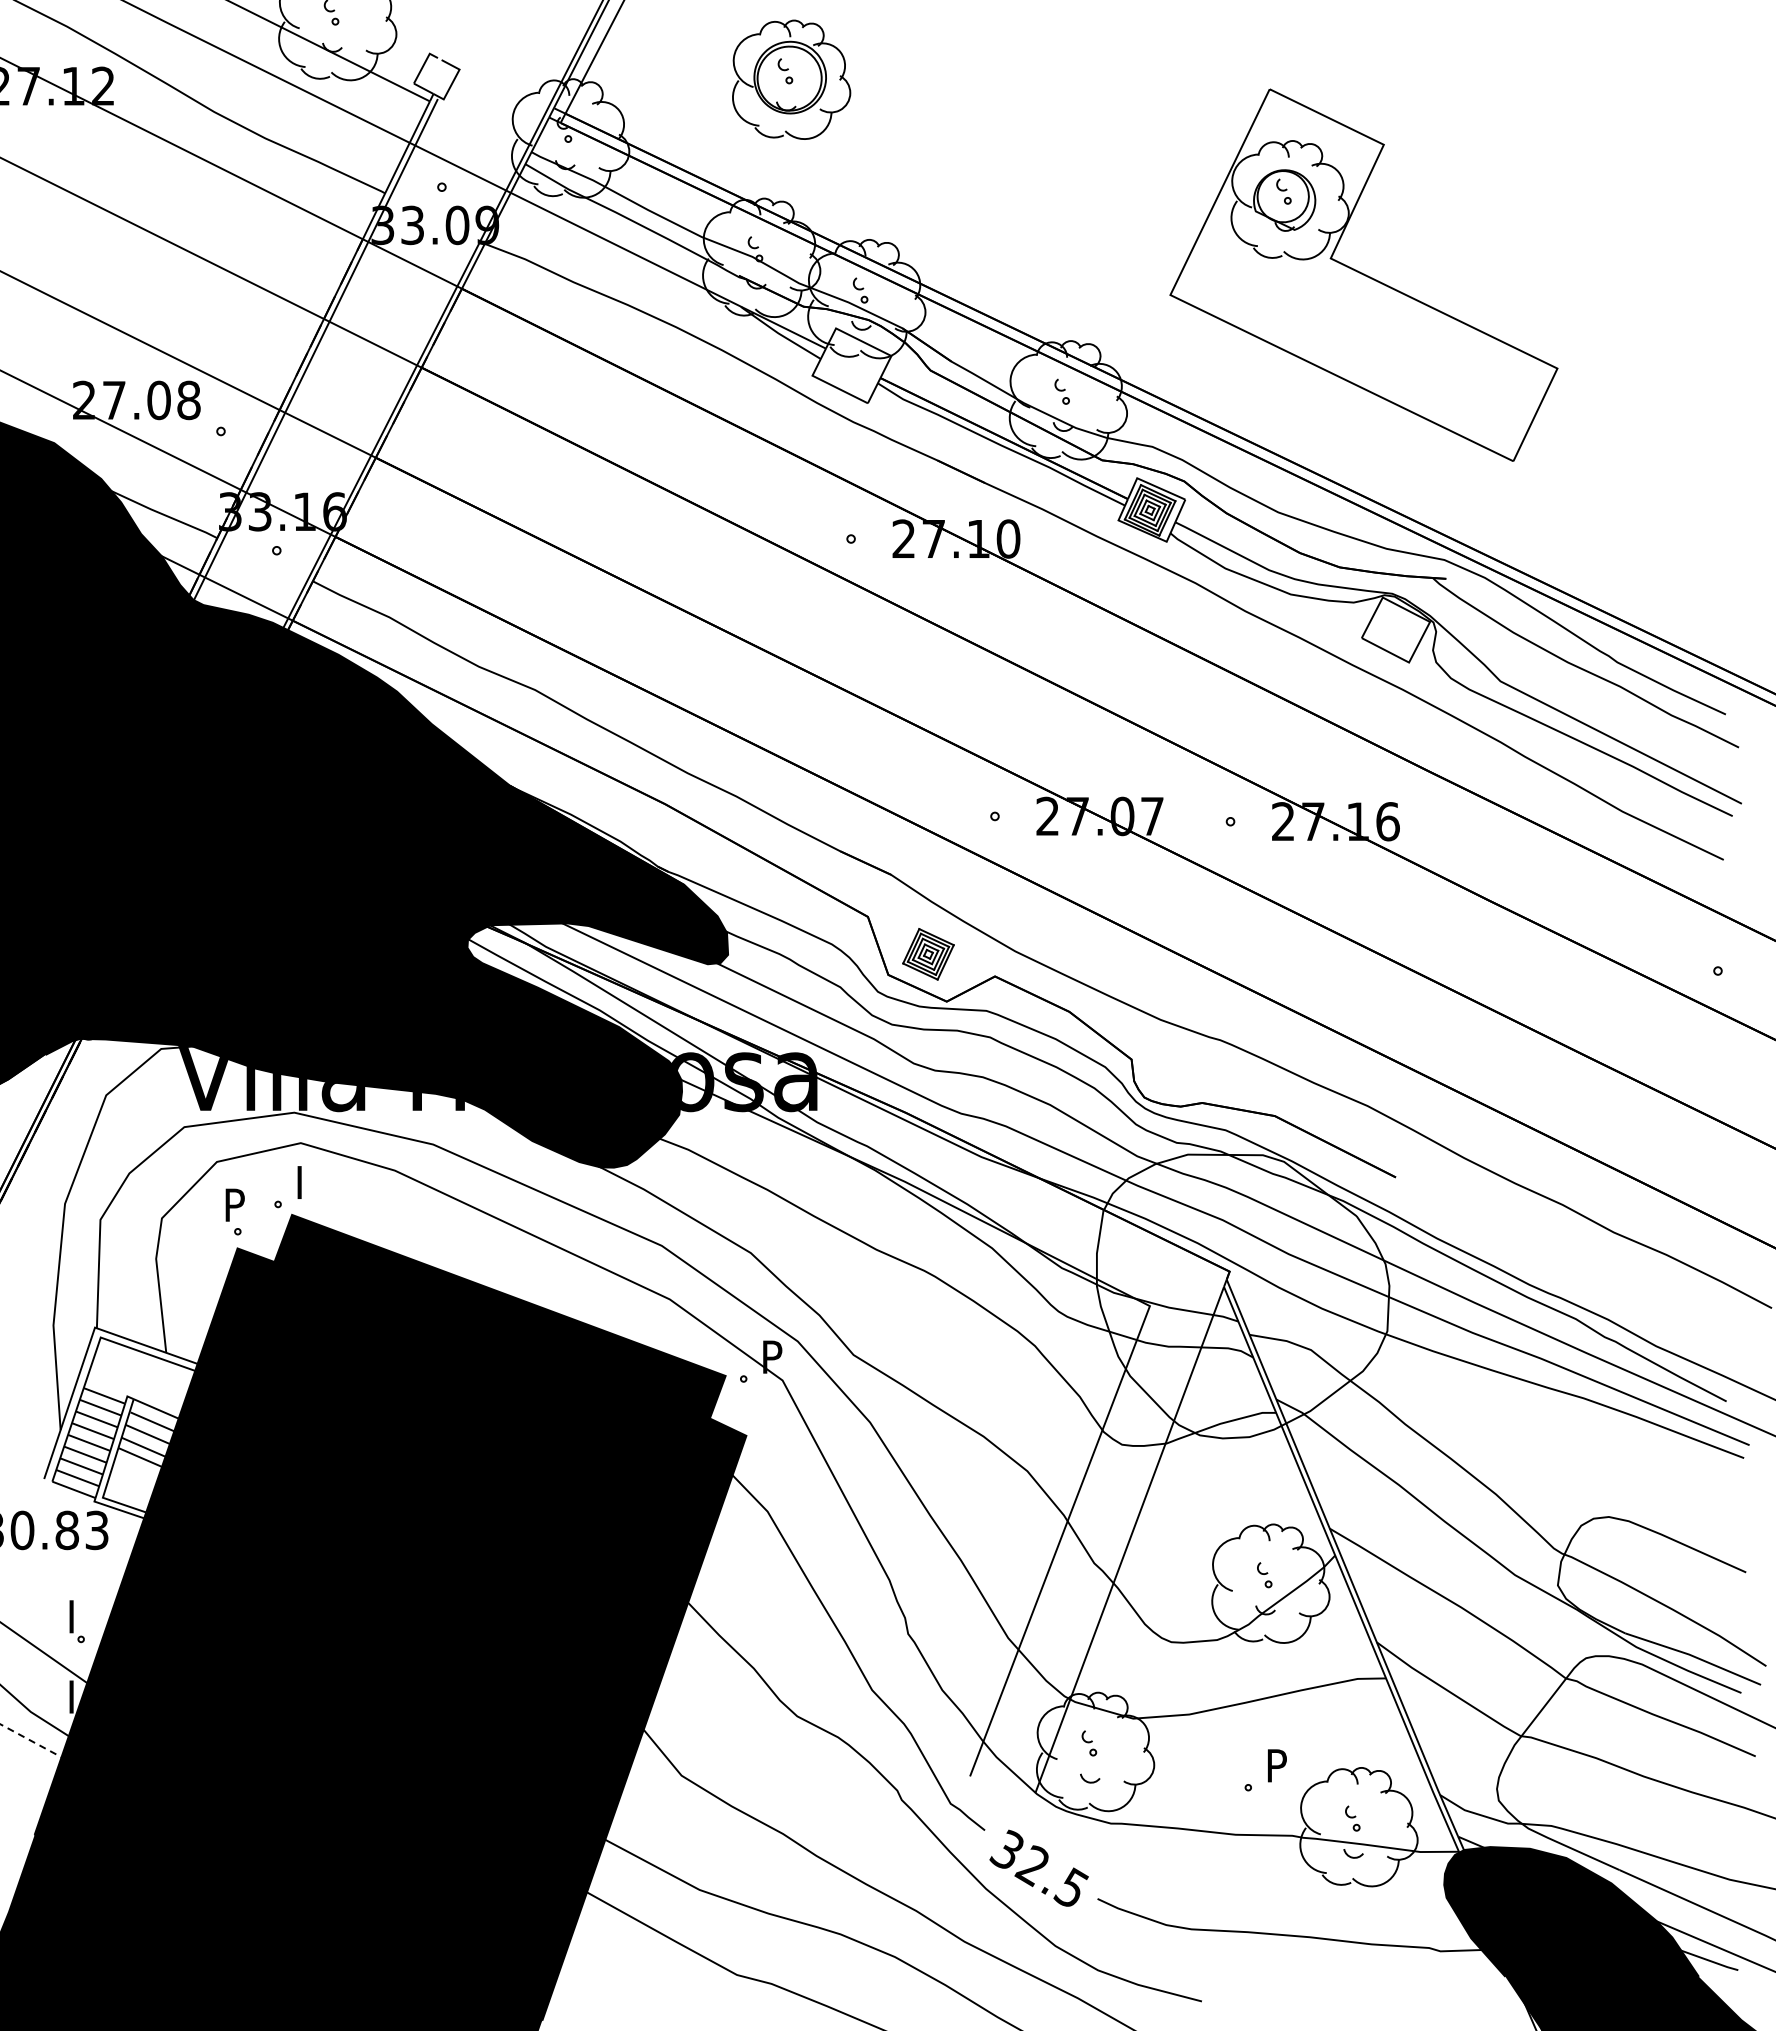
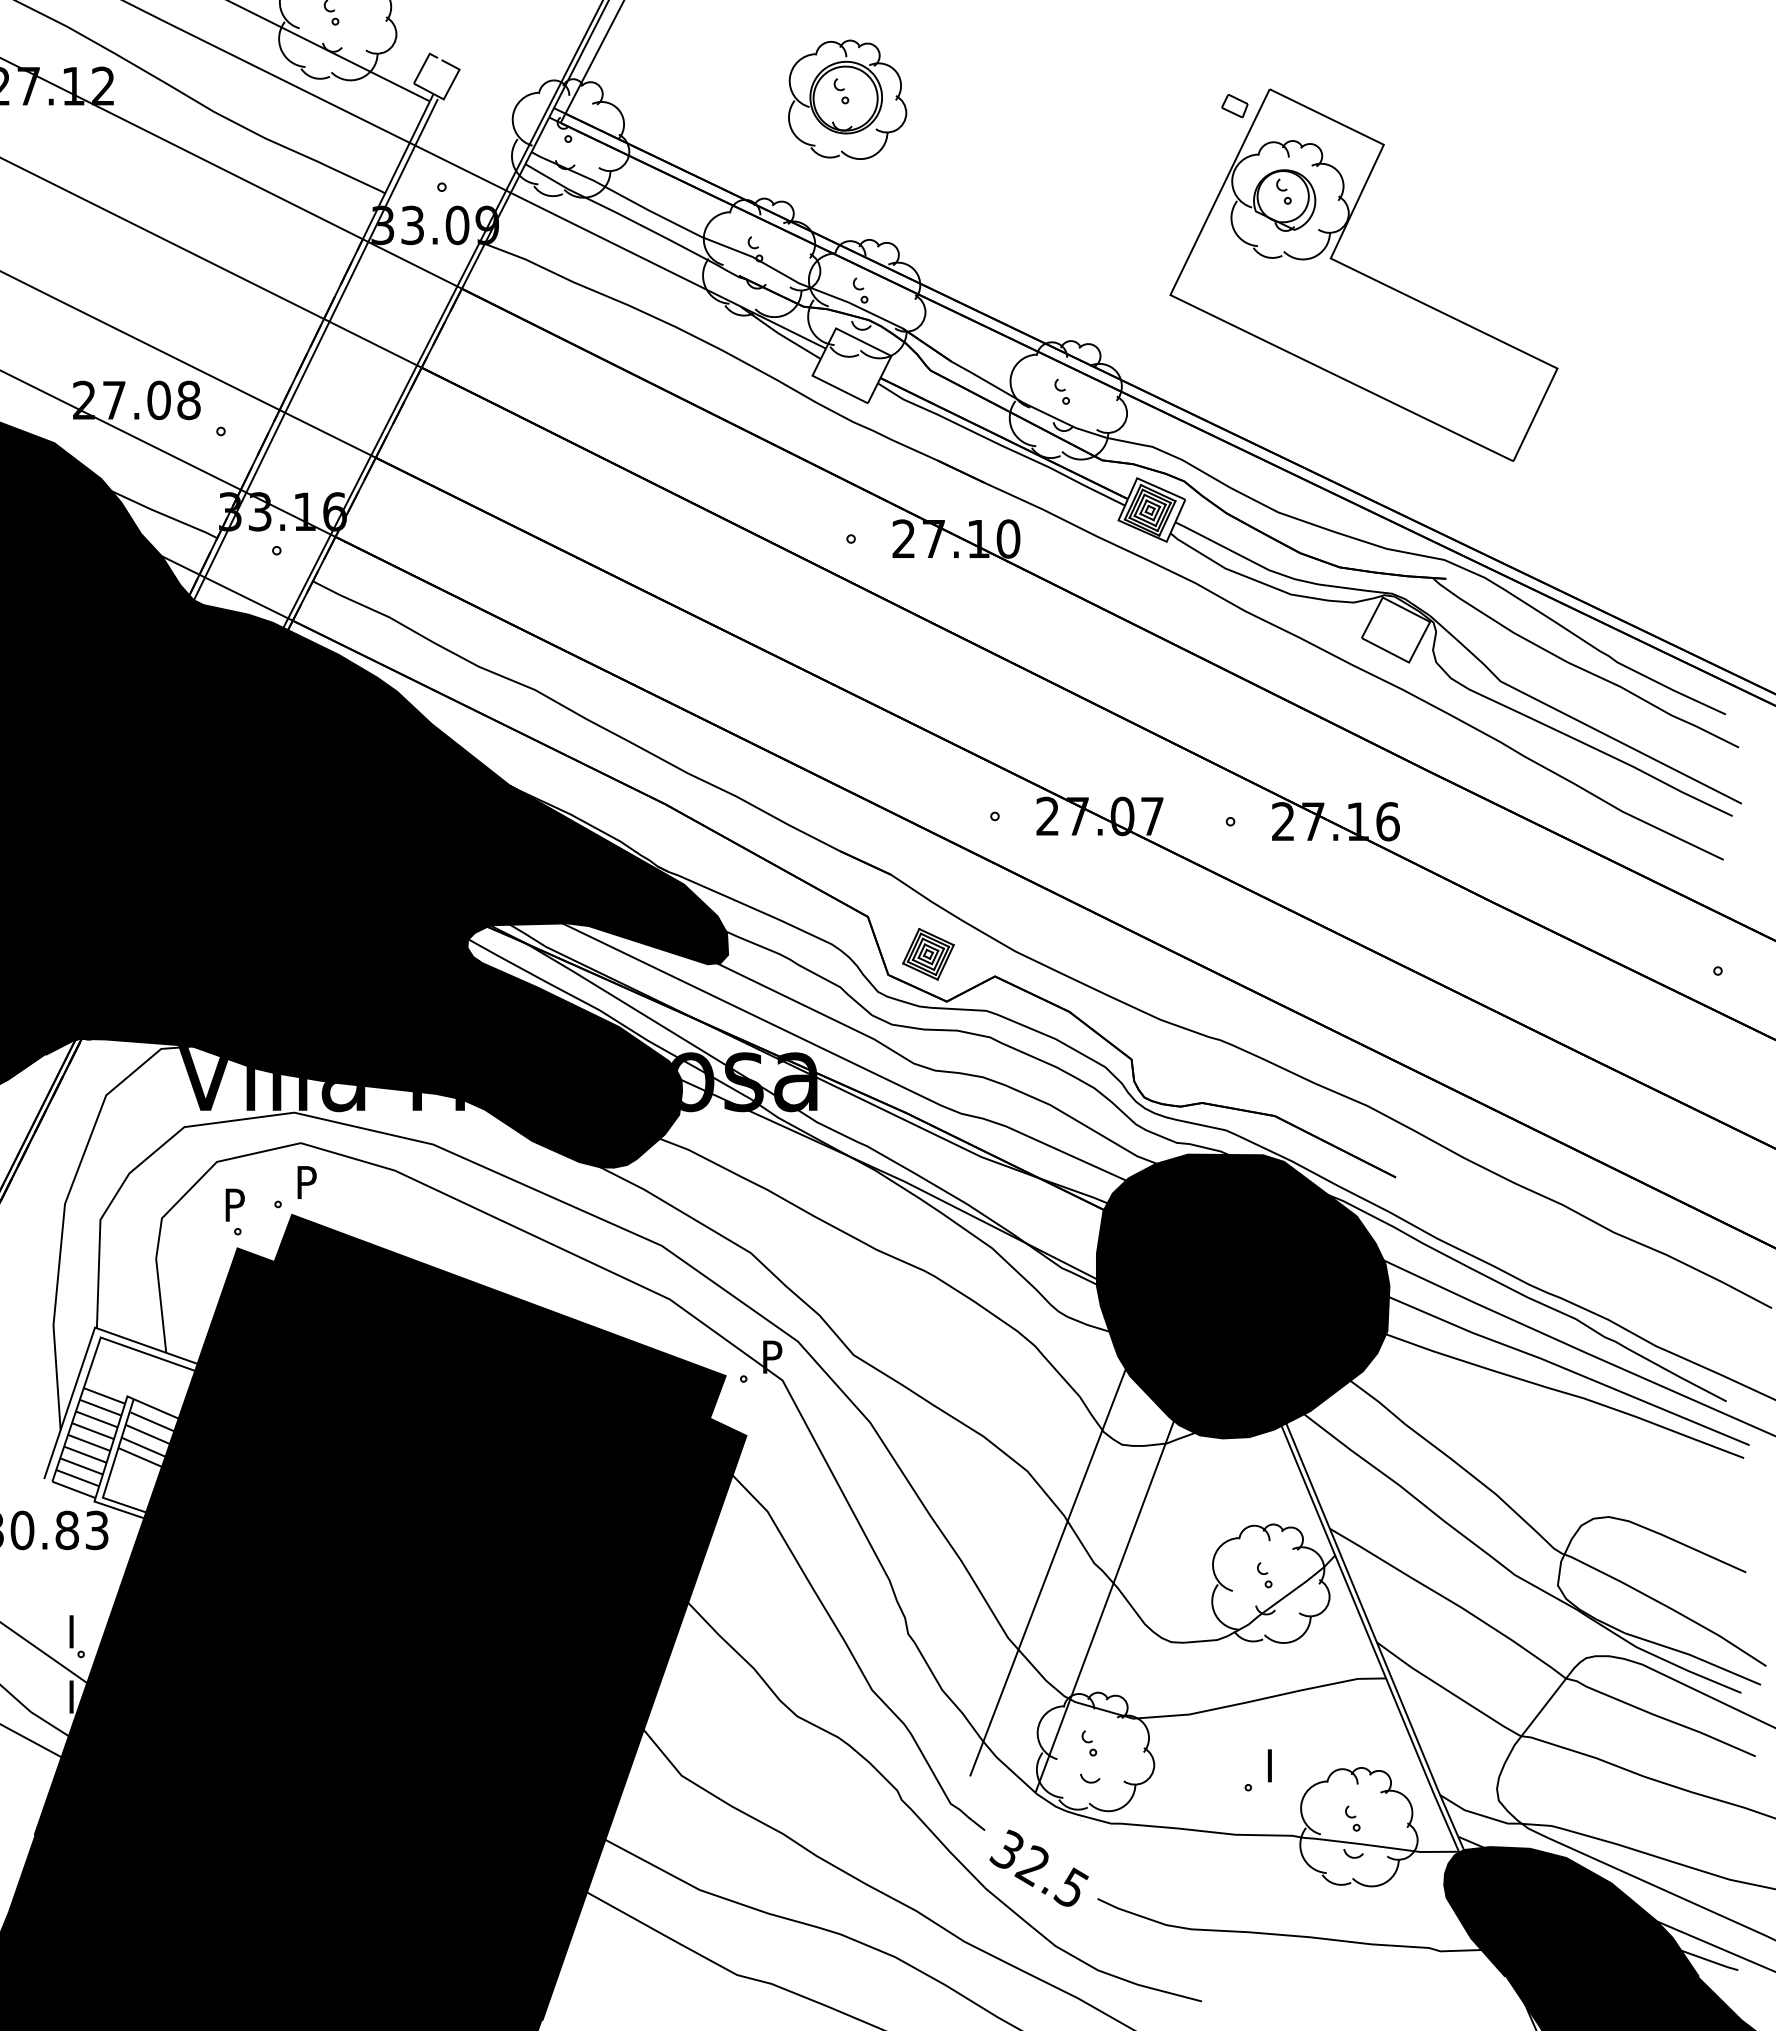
part at (791, 79) position: (791, 79) -> (847, 99)
part at (1234, 106): none -> present
text at (308, 1175): I -> P
fill at (1242, 1296): none -> present
part at (76, 1621) position: (76, 1621) -> (76, 1636)
line at (30, 1740): dashed -> solid
text at (1279, 1758): P -> I
